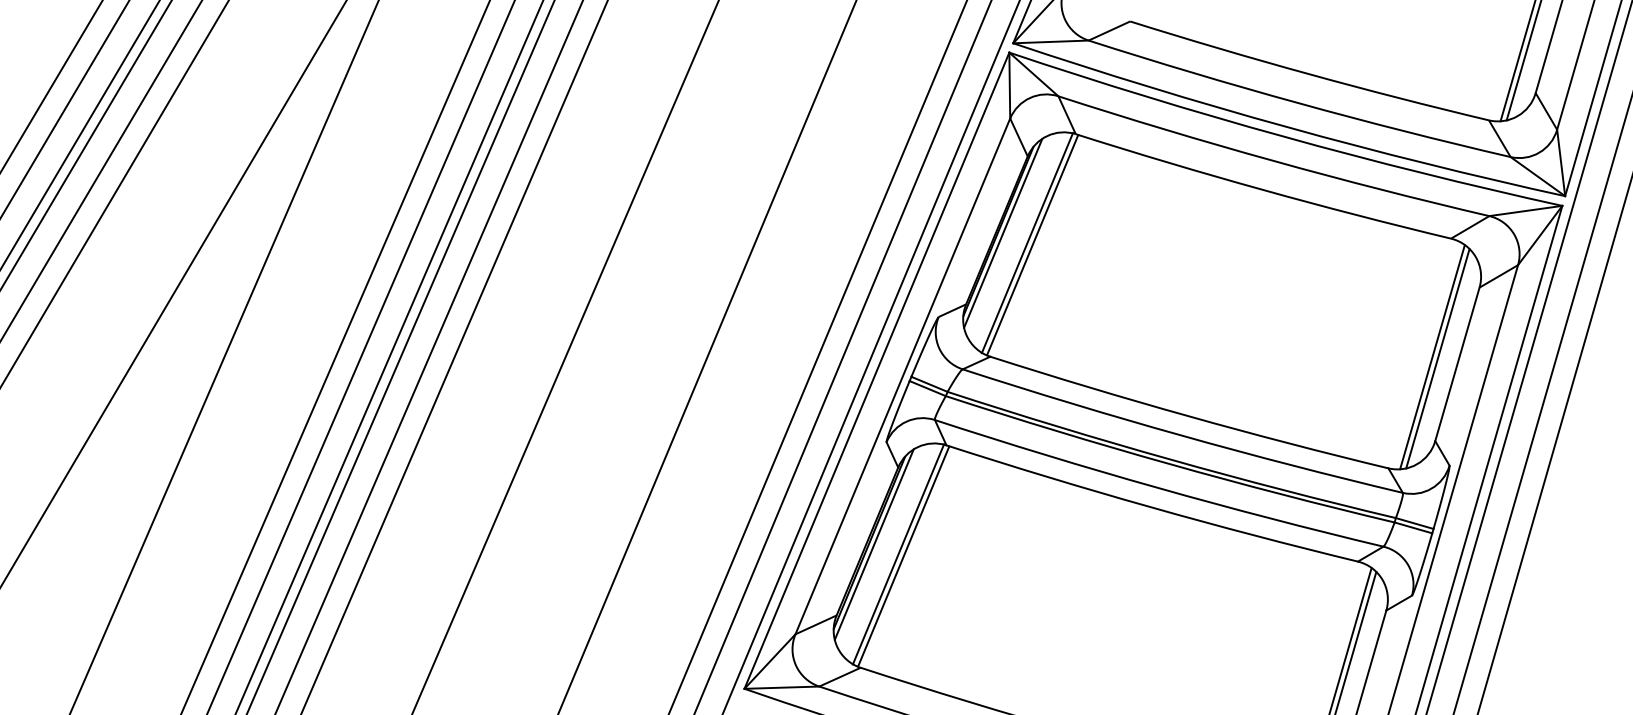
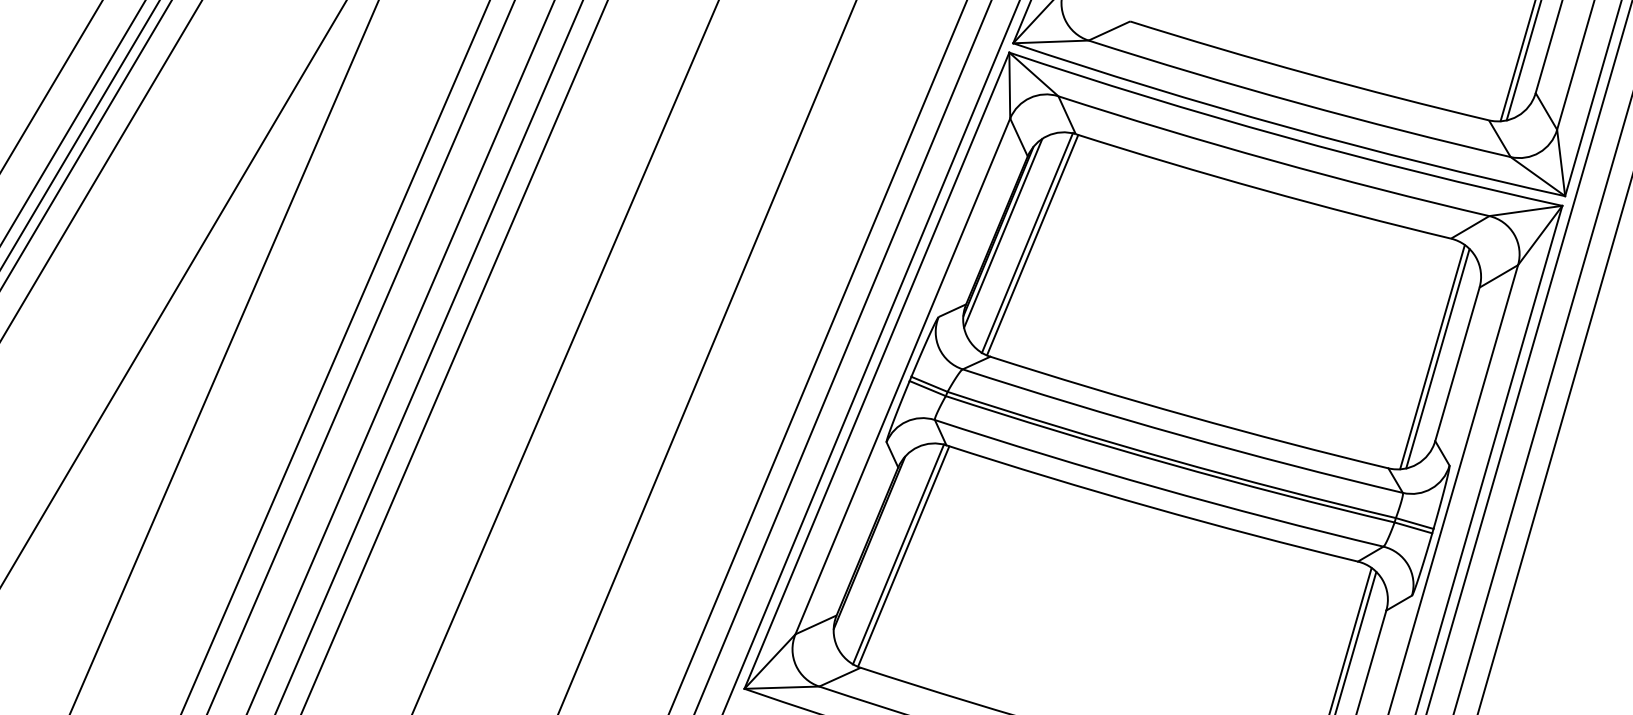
line at (65, 108) position: (65, 108) -> (73, 122)
line at (114, 193): present -> none
line at (389, 356): present -> none
line at (873, 544): present -> none
